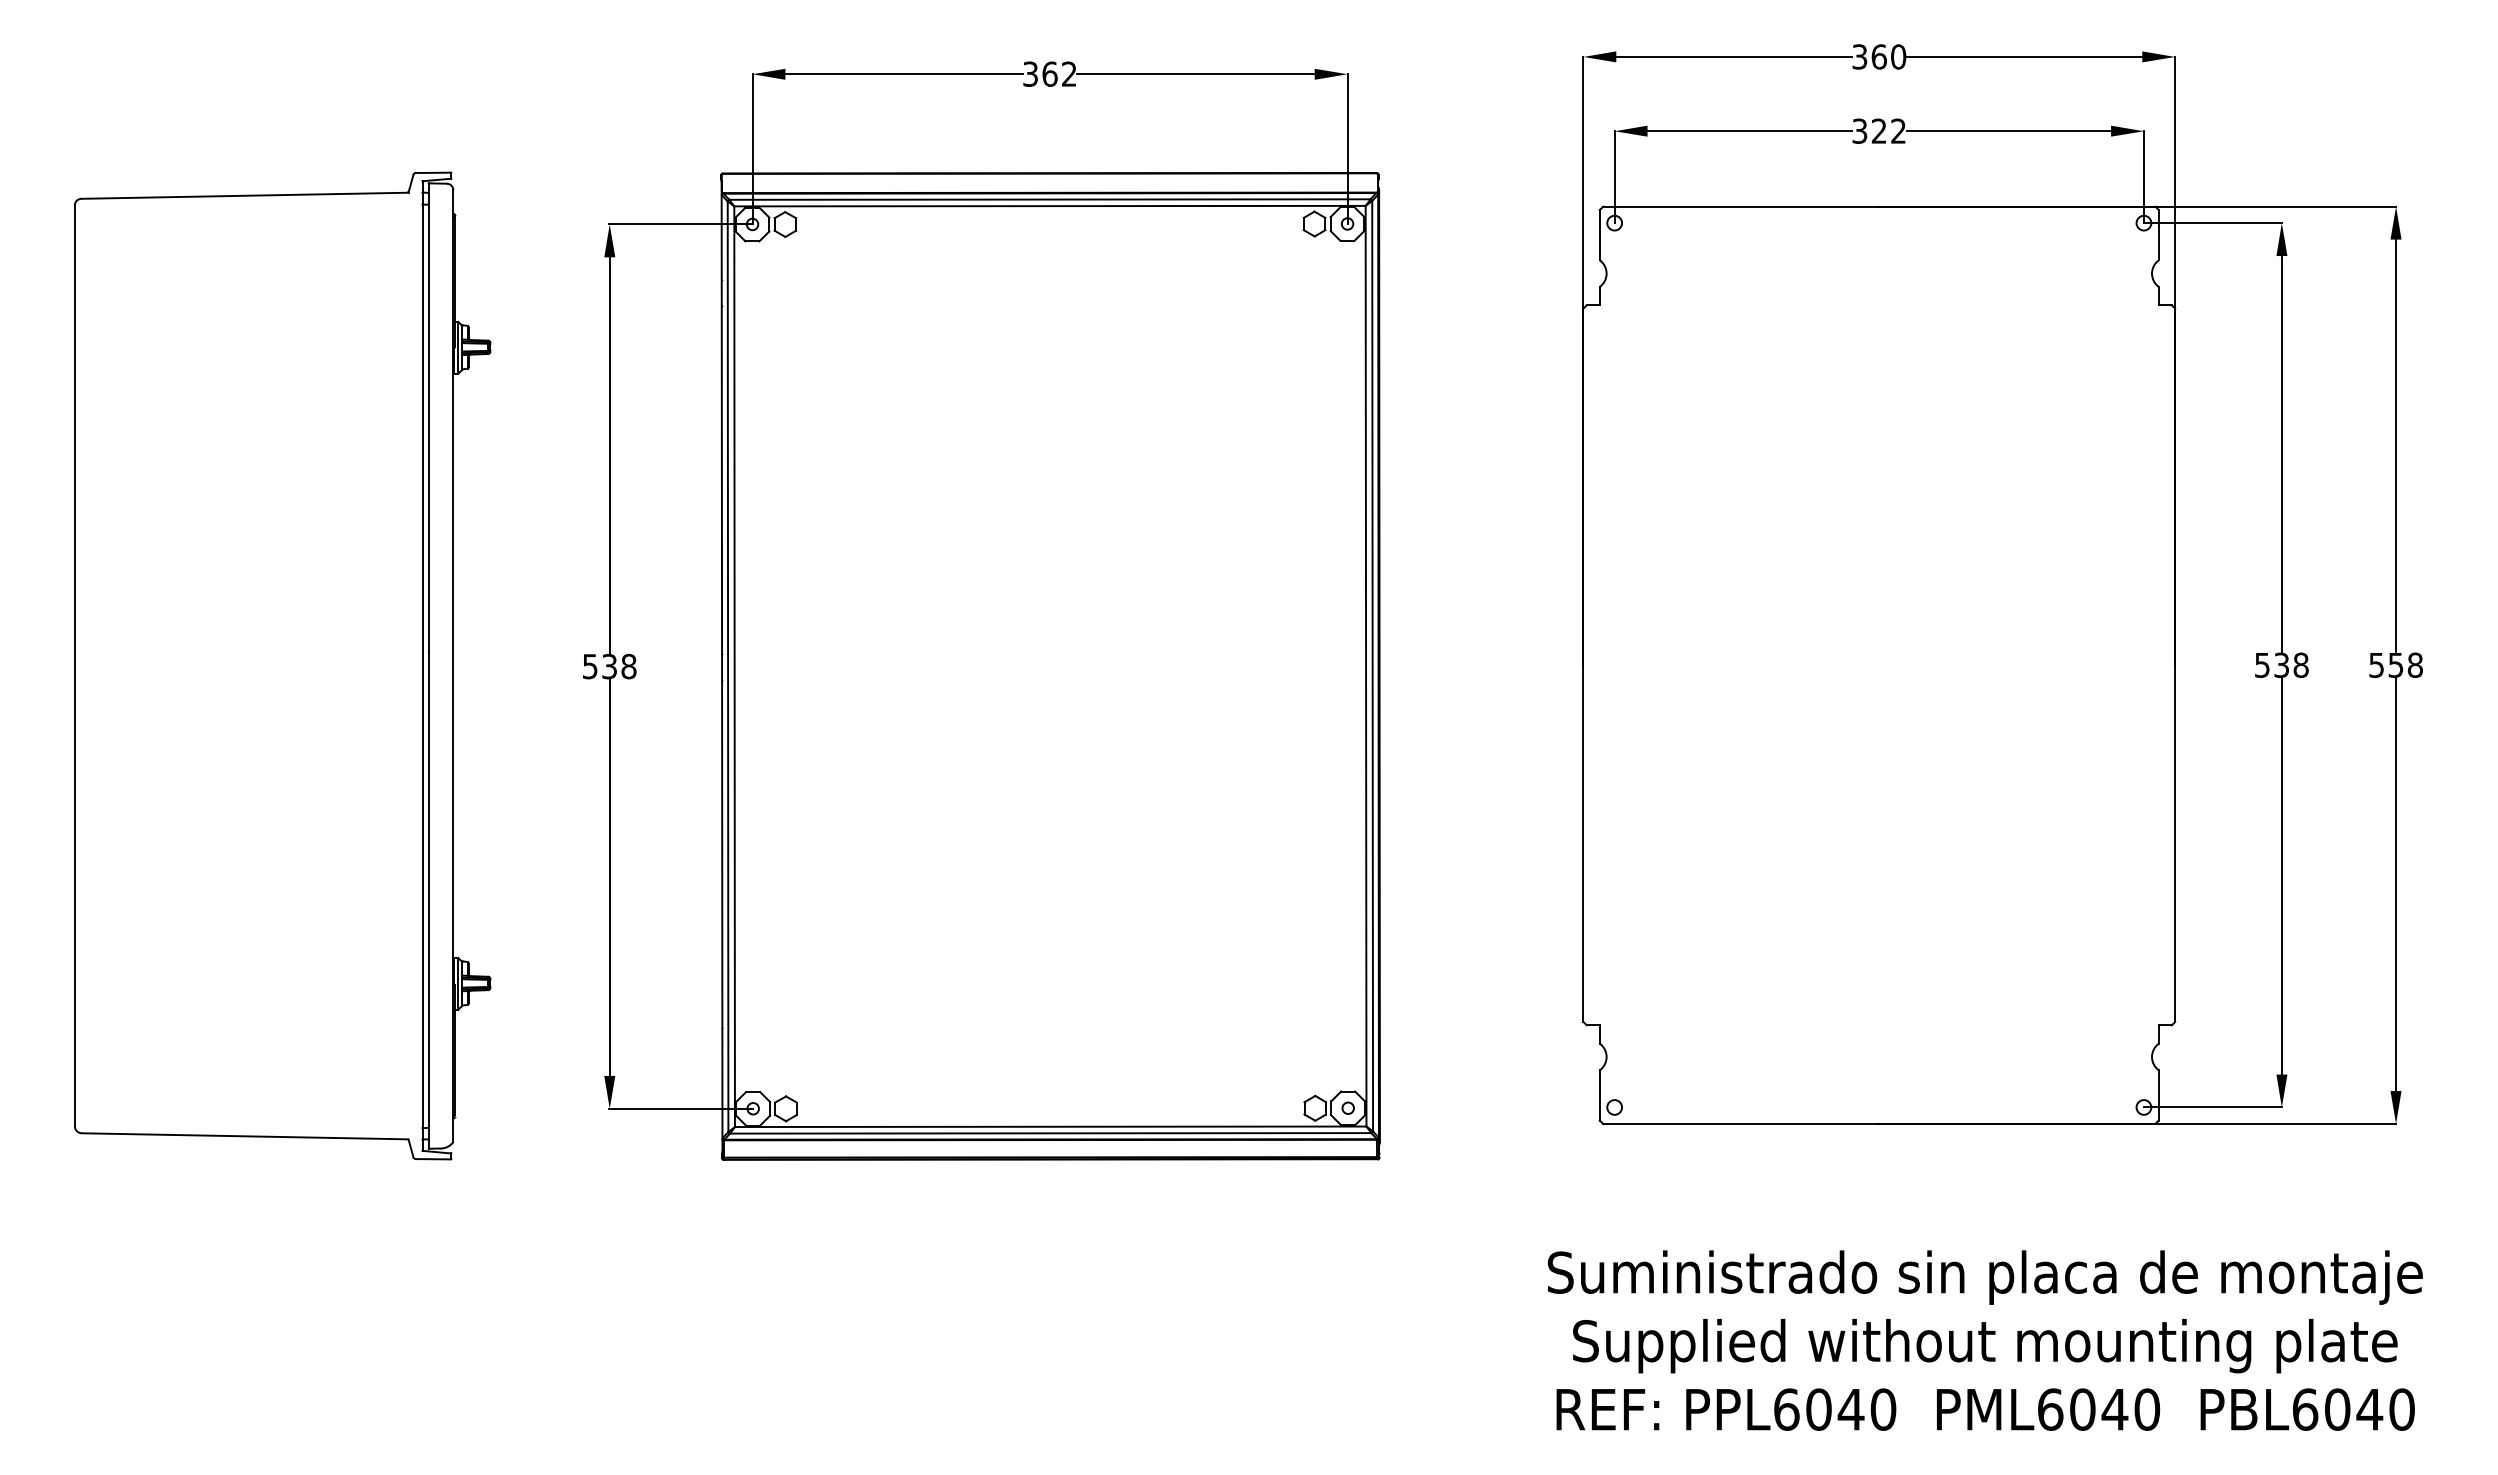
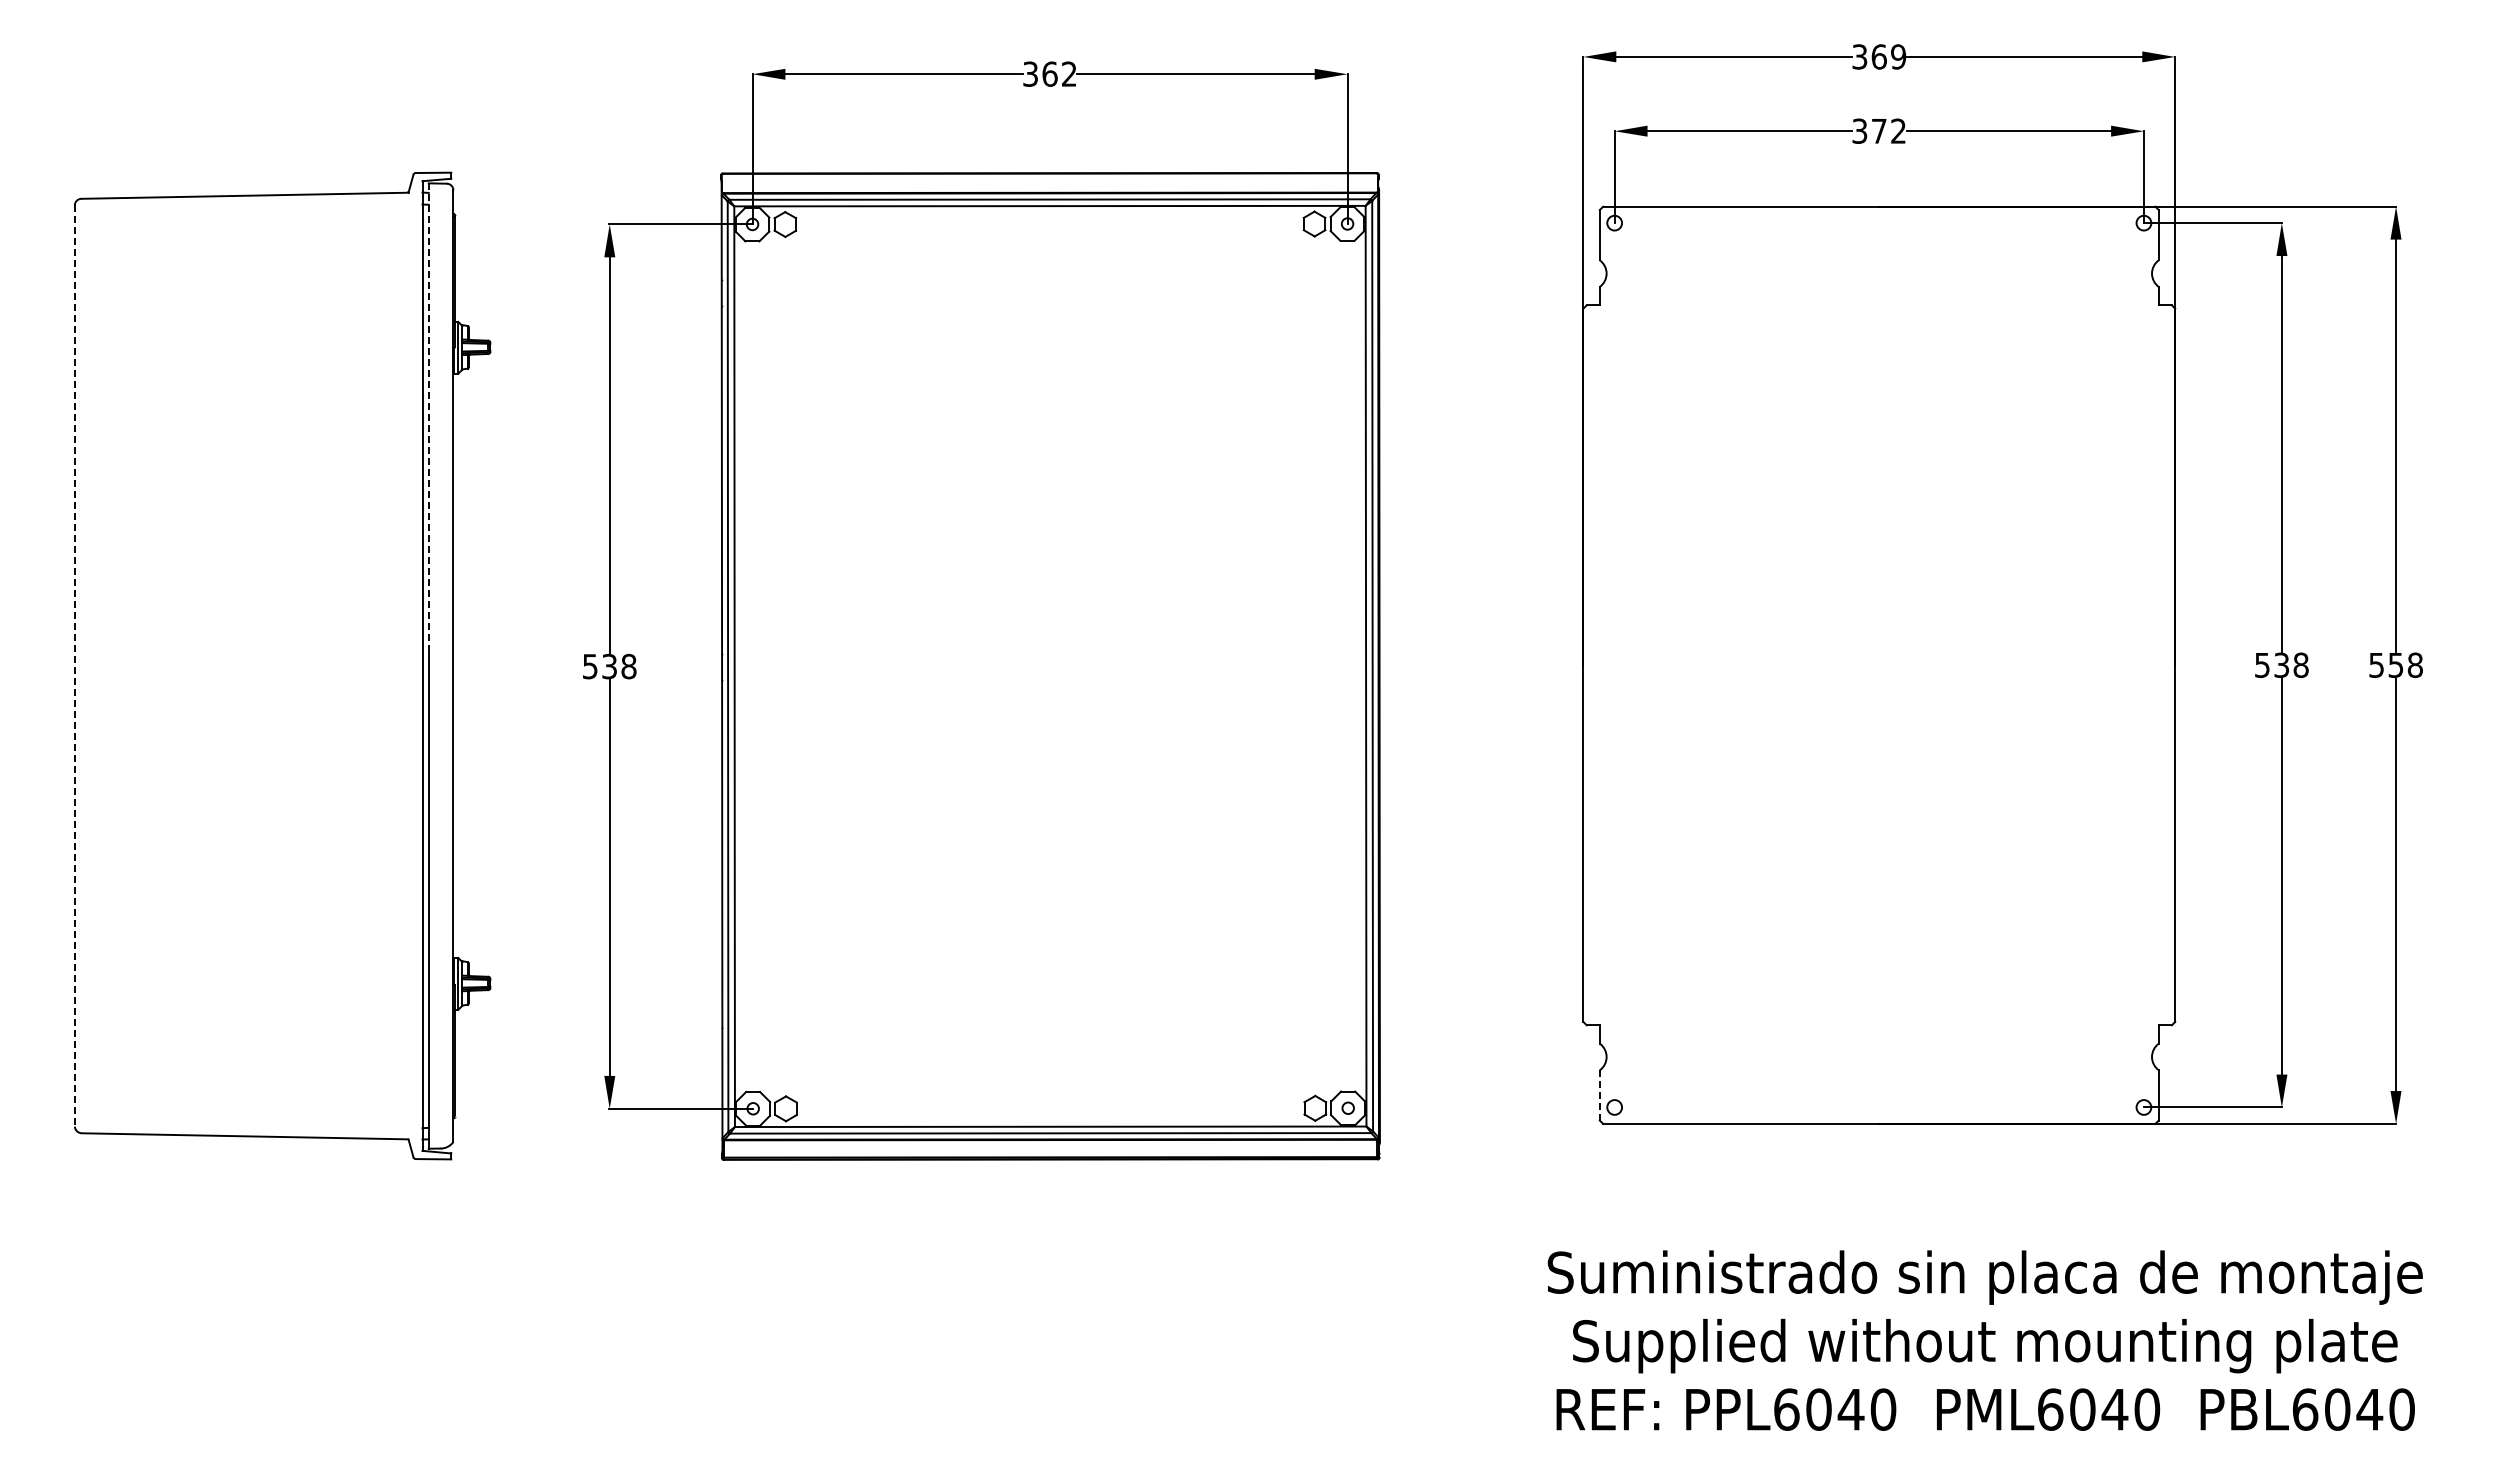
text at (1898, 56): 360 -> 369
text at (1878, 130): 322 -> 372
line at (428, 418): solid -> dashed
line at (74, 666): solid -> dashed
line at (1599, 1094): solid -> dashed
